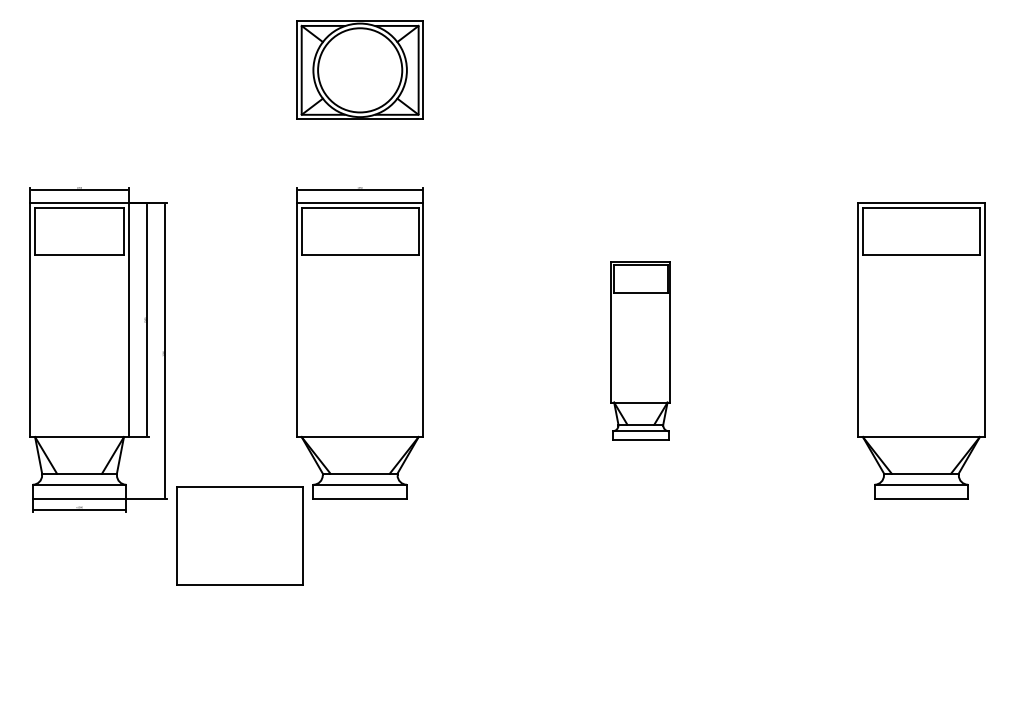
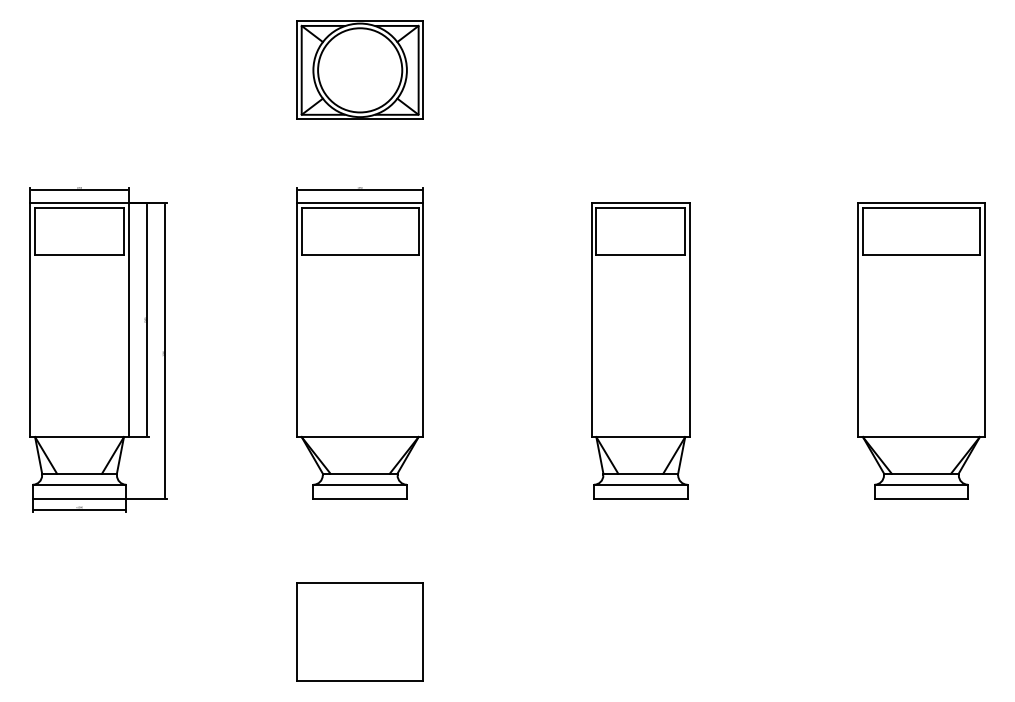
part at (640, 350) size: 61x180 px -> 100x298 px
part at (239, 535) position: (239, 535) -> (359, 631)
